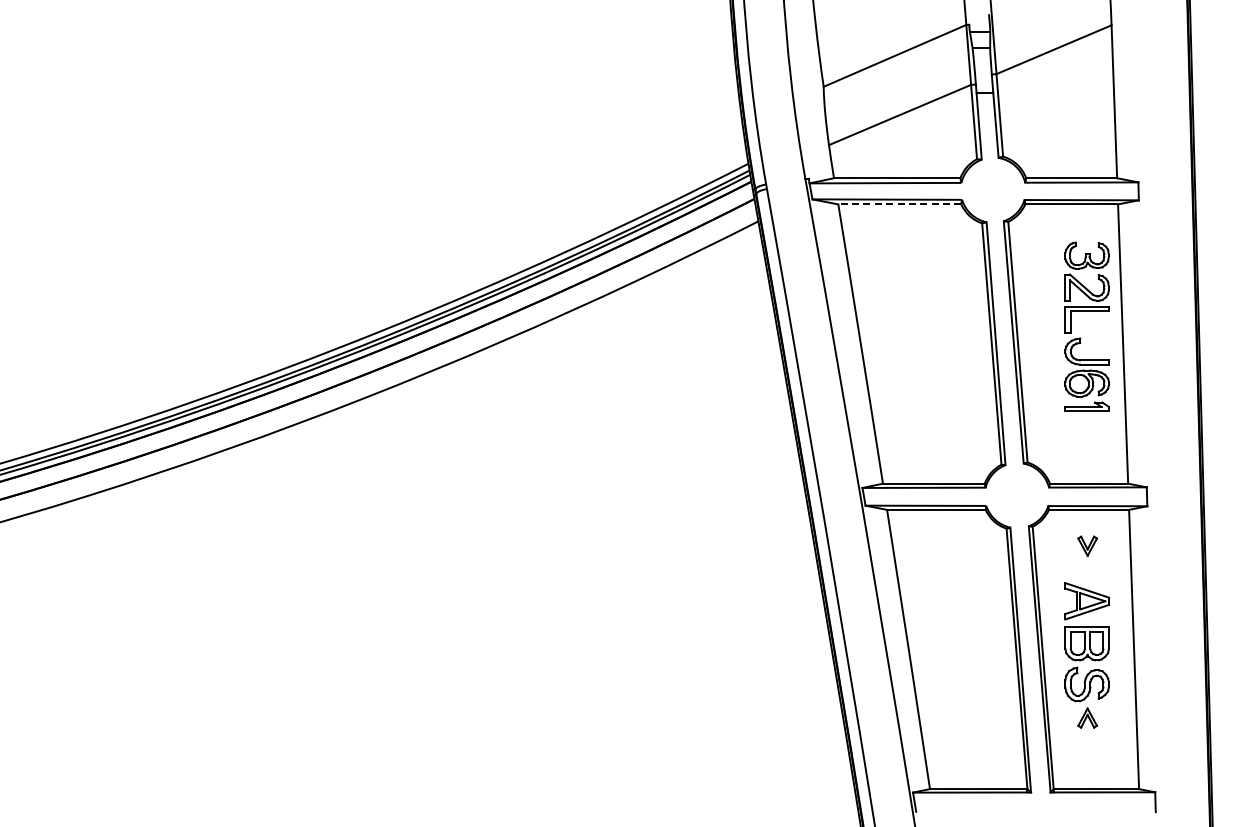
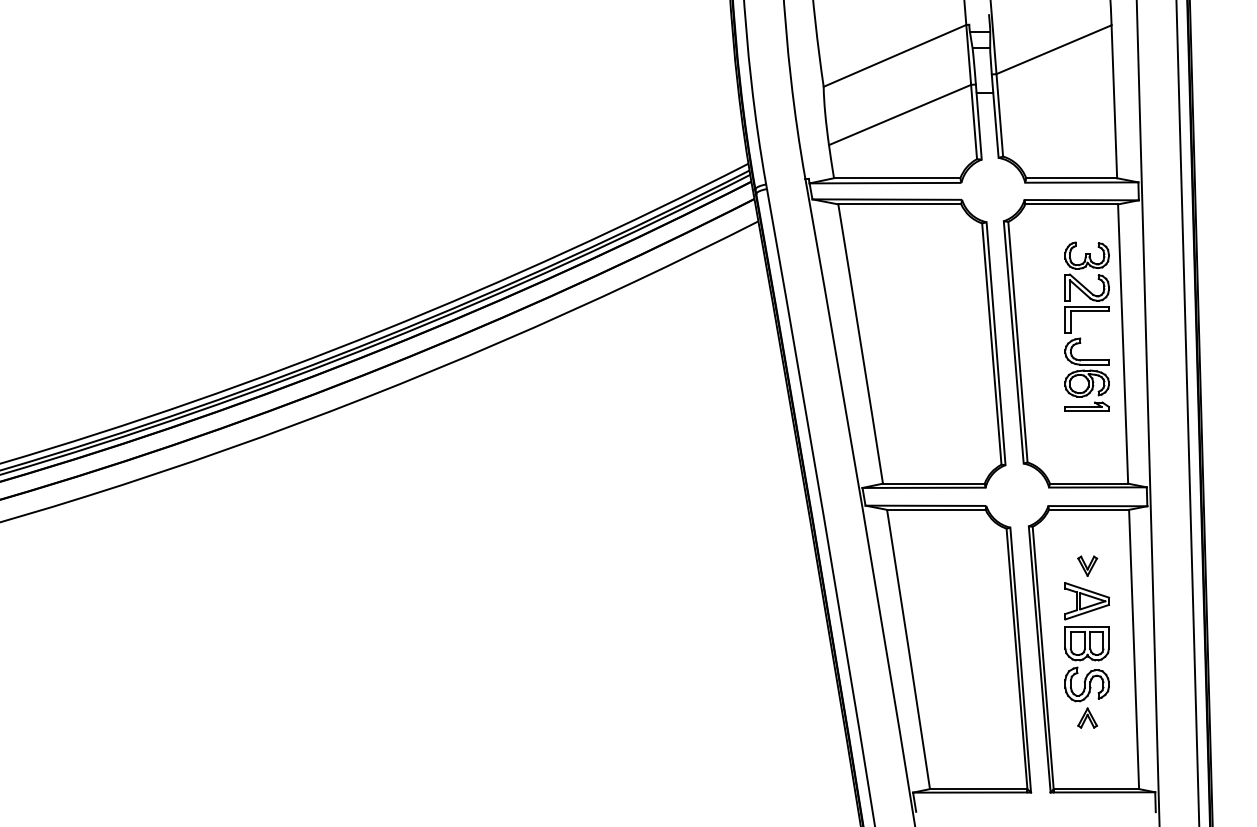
line at (899, 204): dashed -> solid
line at (1147, 412): none -> present
line at (1187, 412): none -> present
part at (1087, 545) position: (1087, 545) -> (1087, 565)
